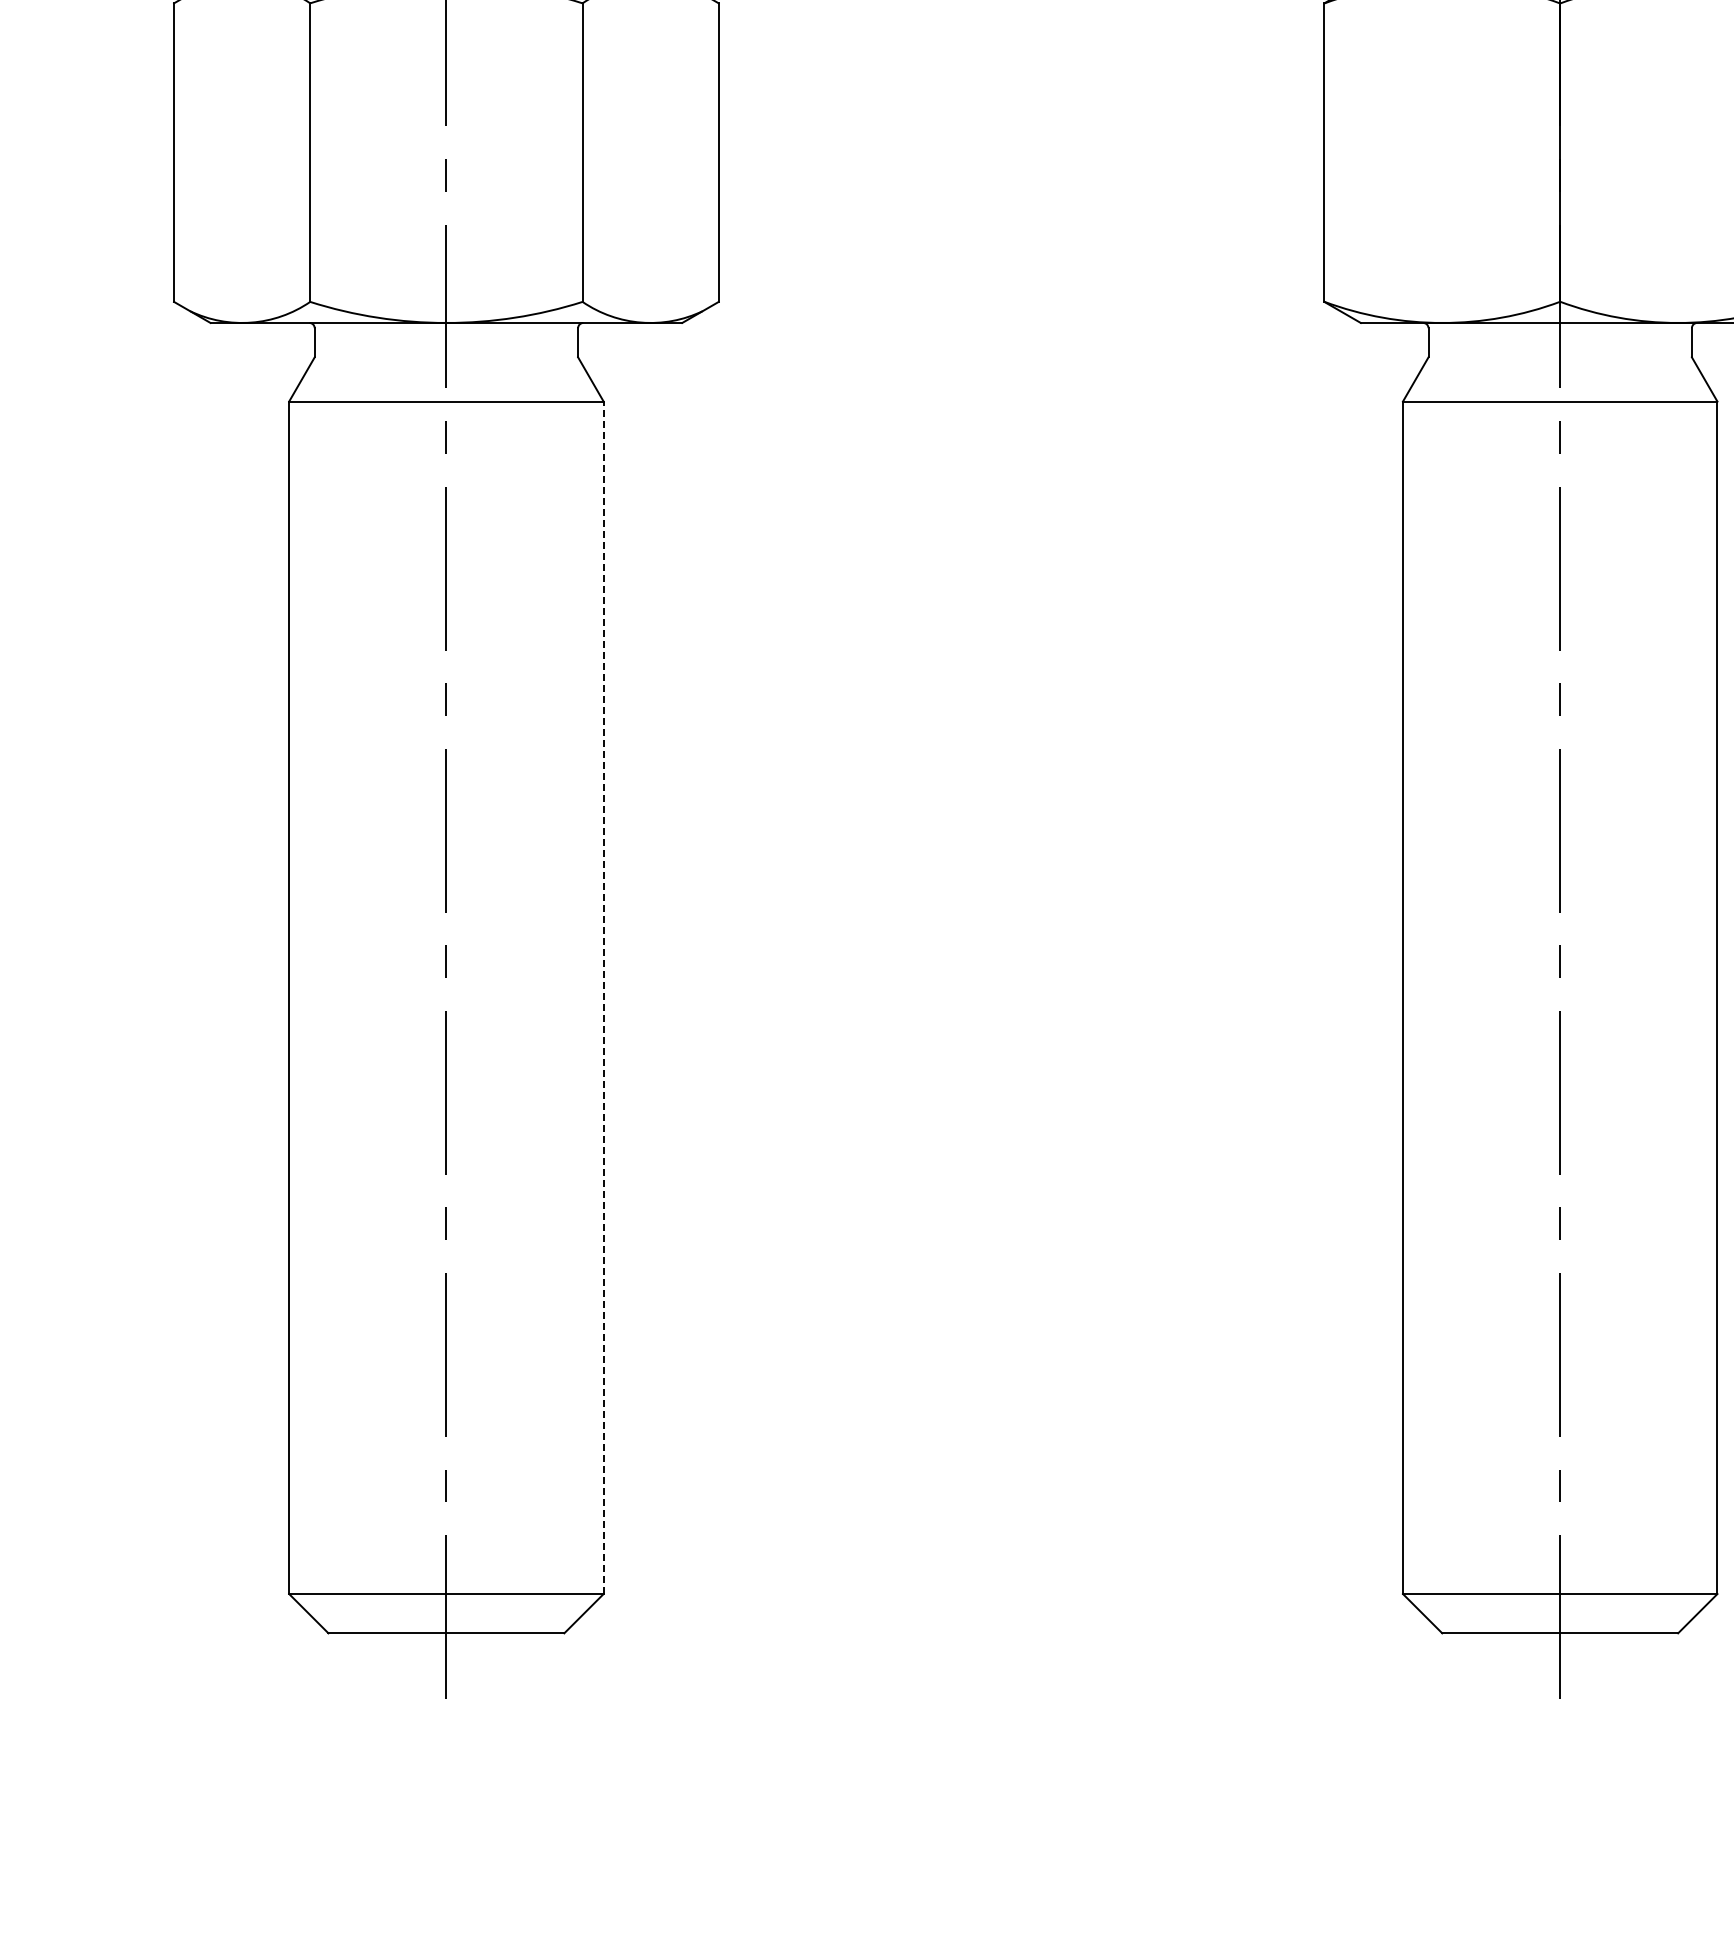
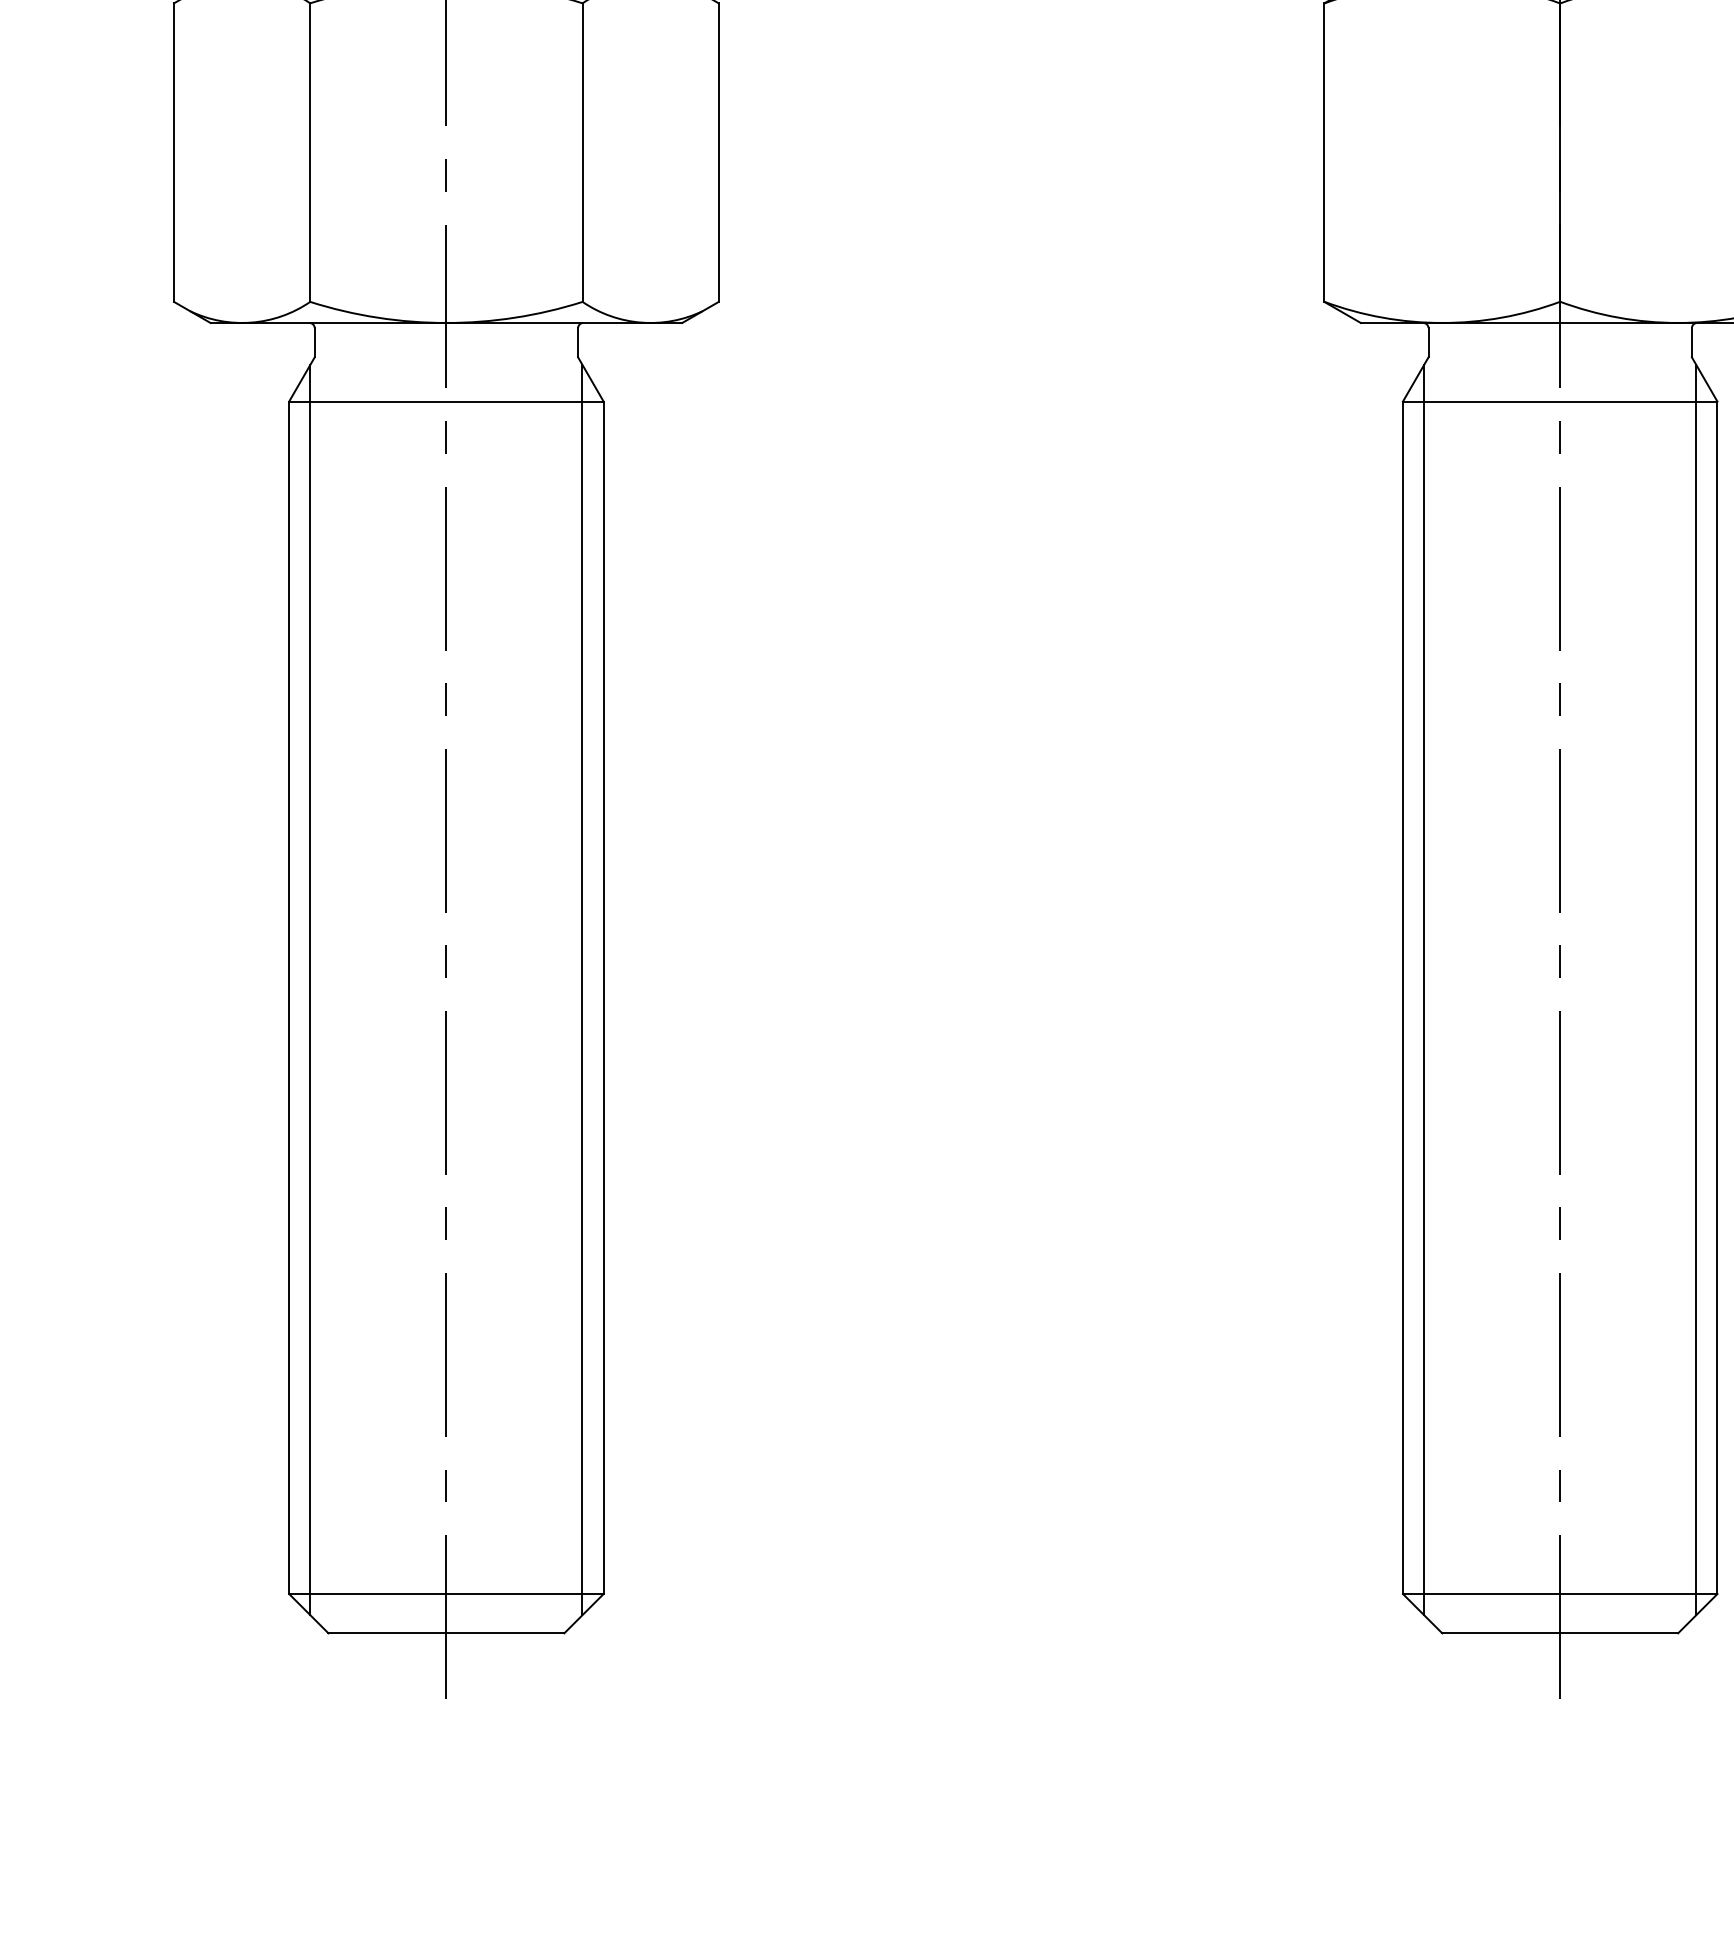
line at (310, 989): none -> present
line at (582, 989): none -> present
line at (1424, 989): none -> present
line at (1696, 989): none -> present
line at (603, 997): dashed -> solid
